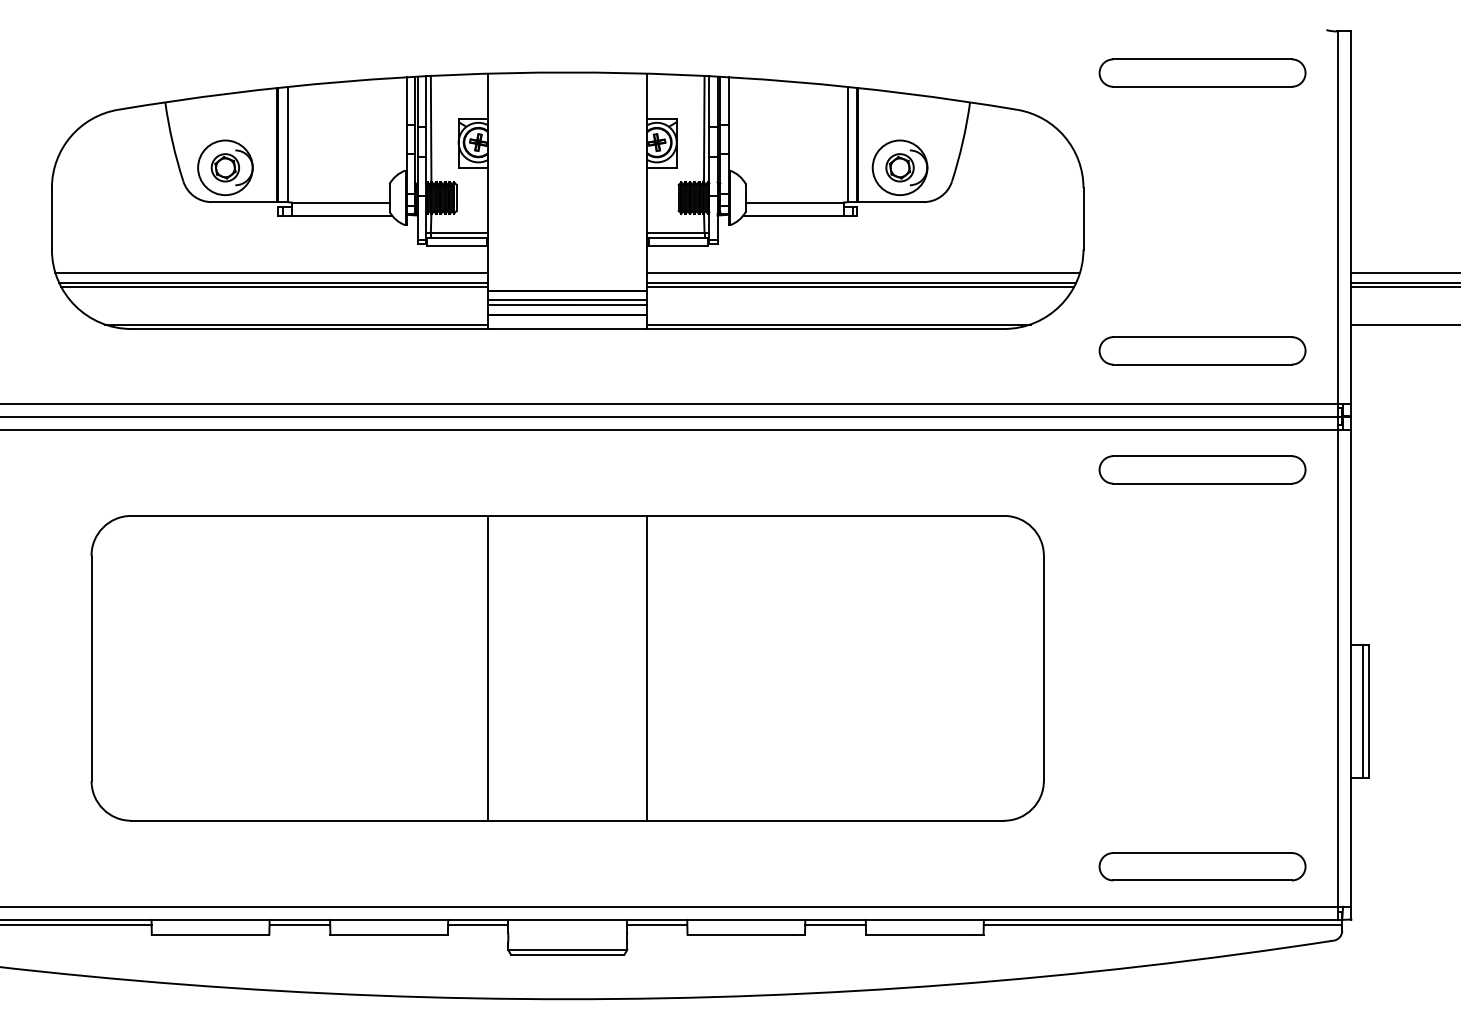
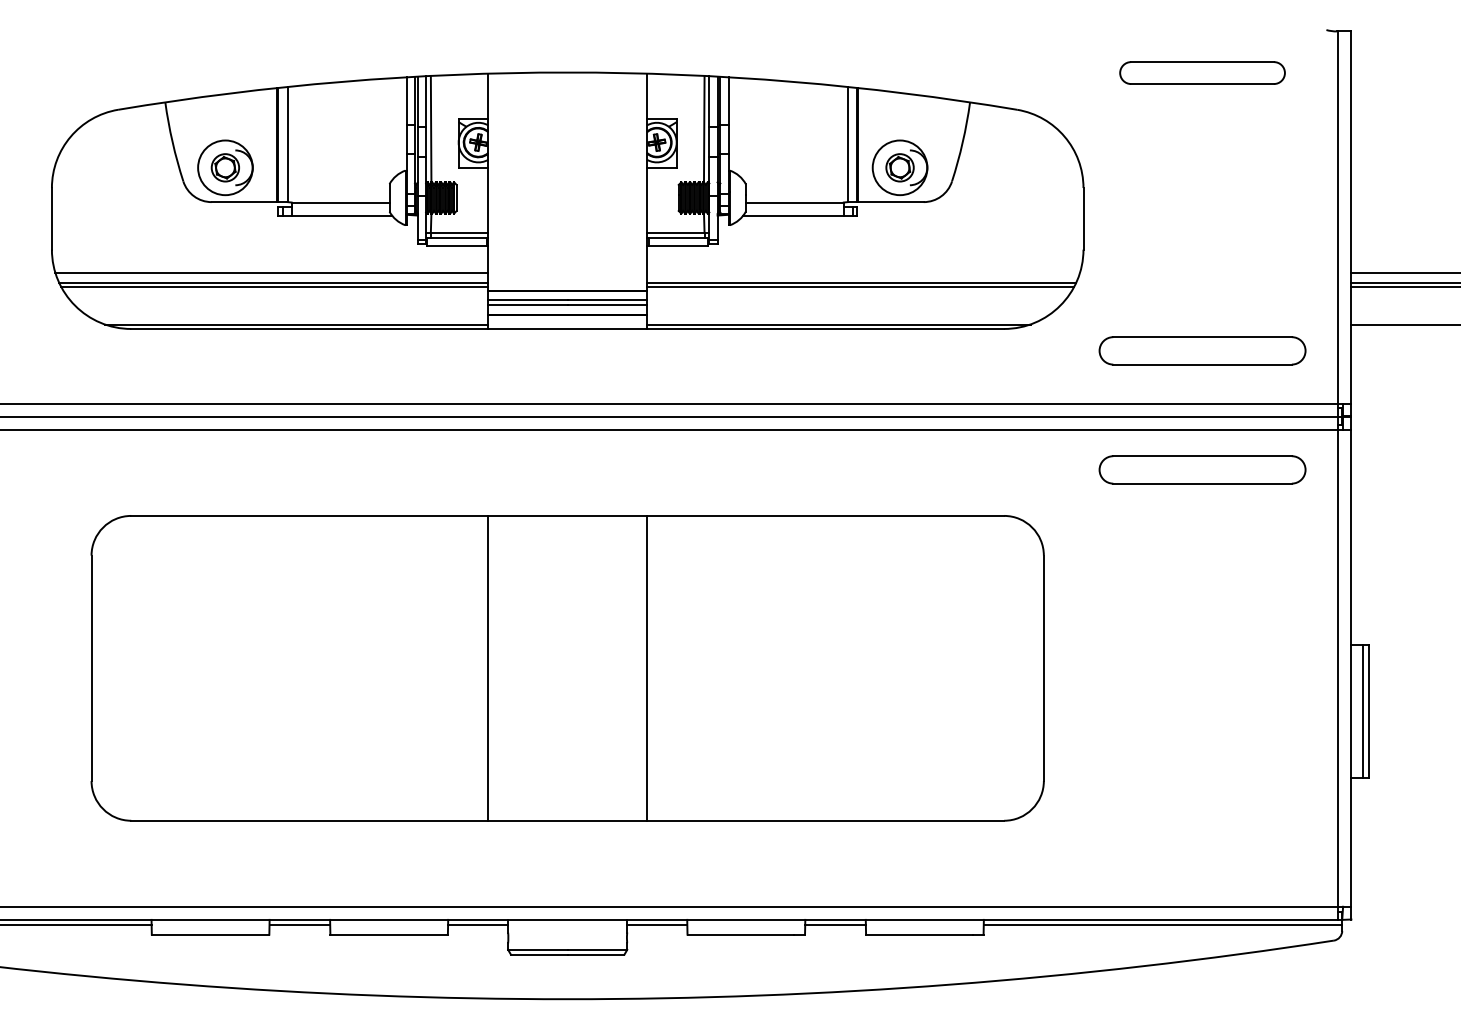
part at (1202, 72) size: 209x30 px -> 167x24 px
line at (863, 272): present -> none
part at (1202, 866): present -> none
